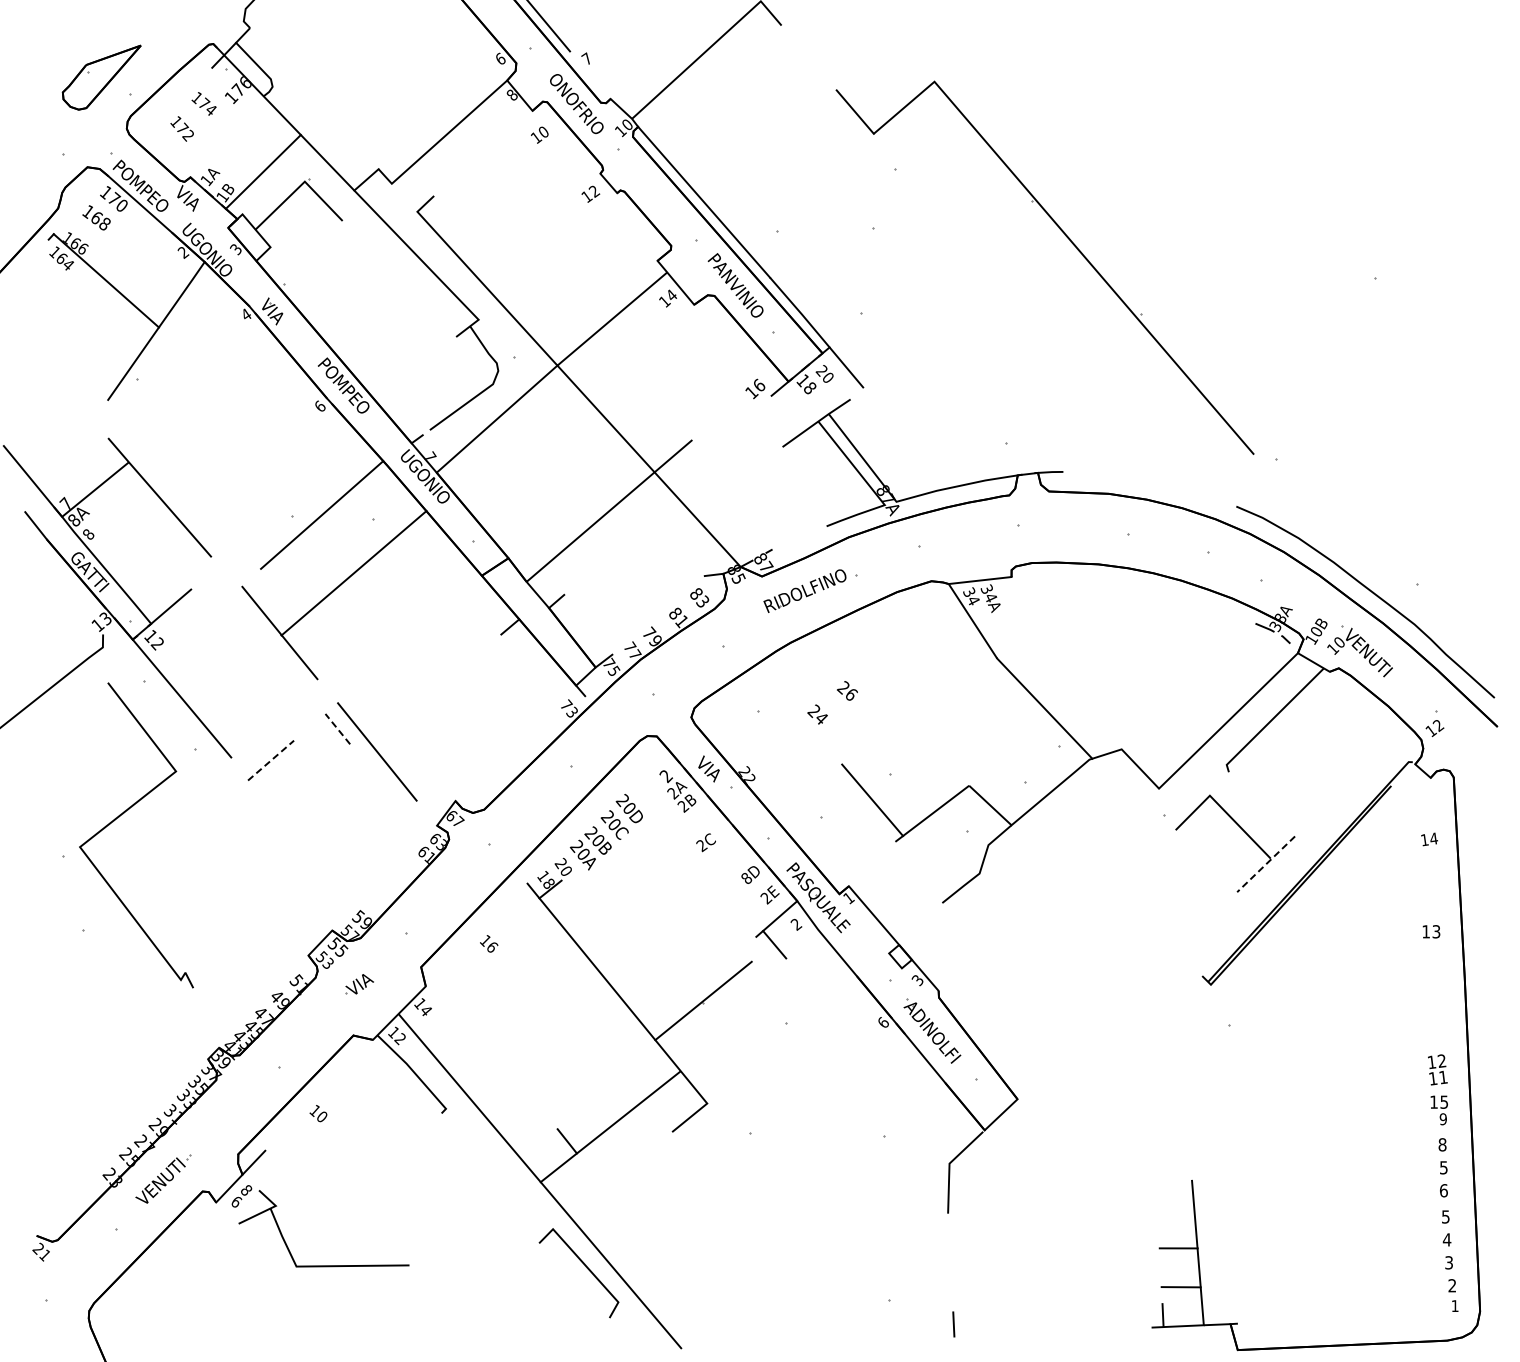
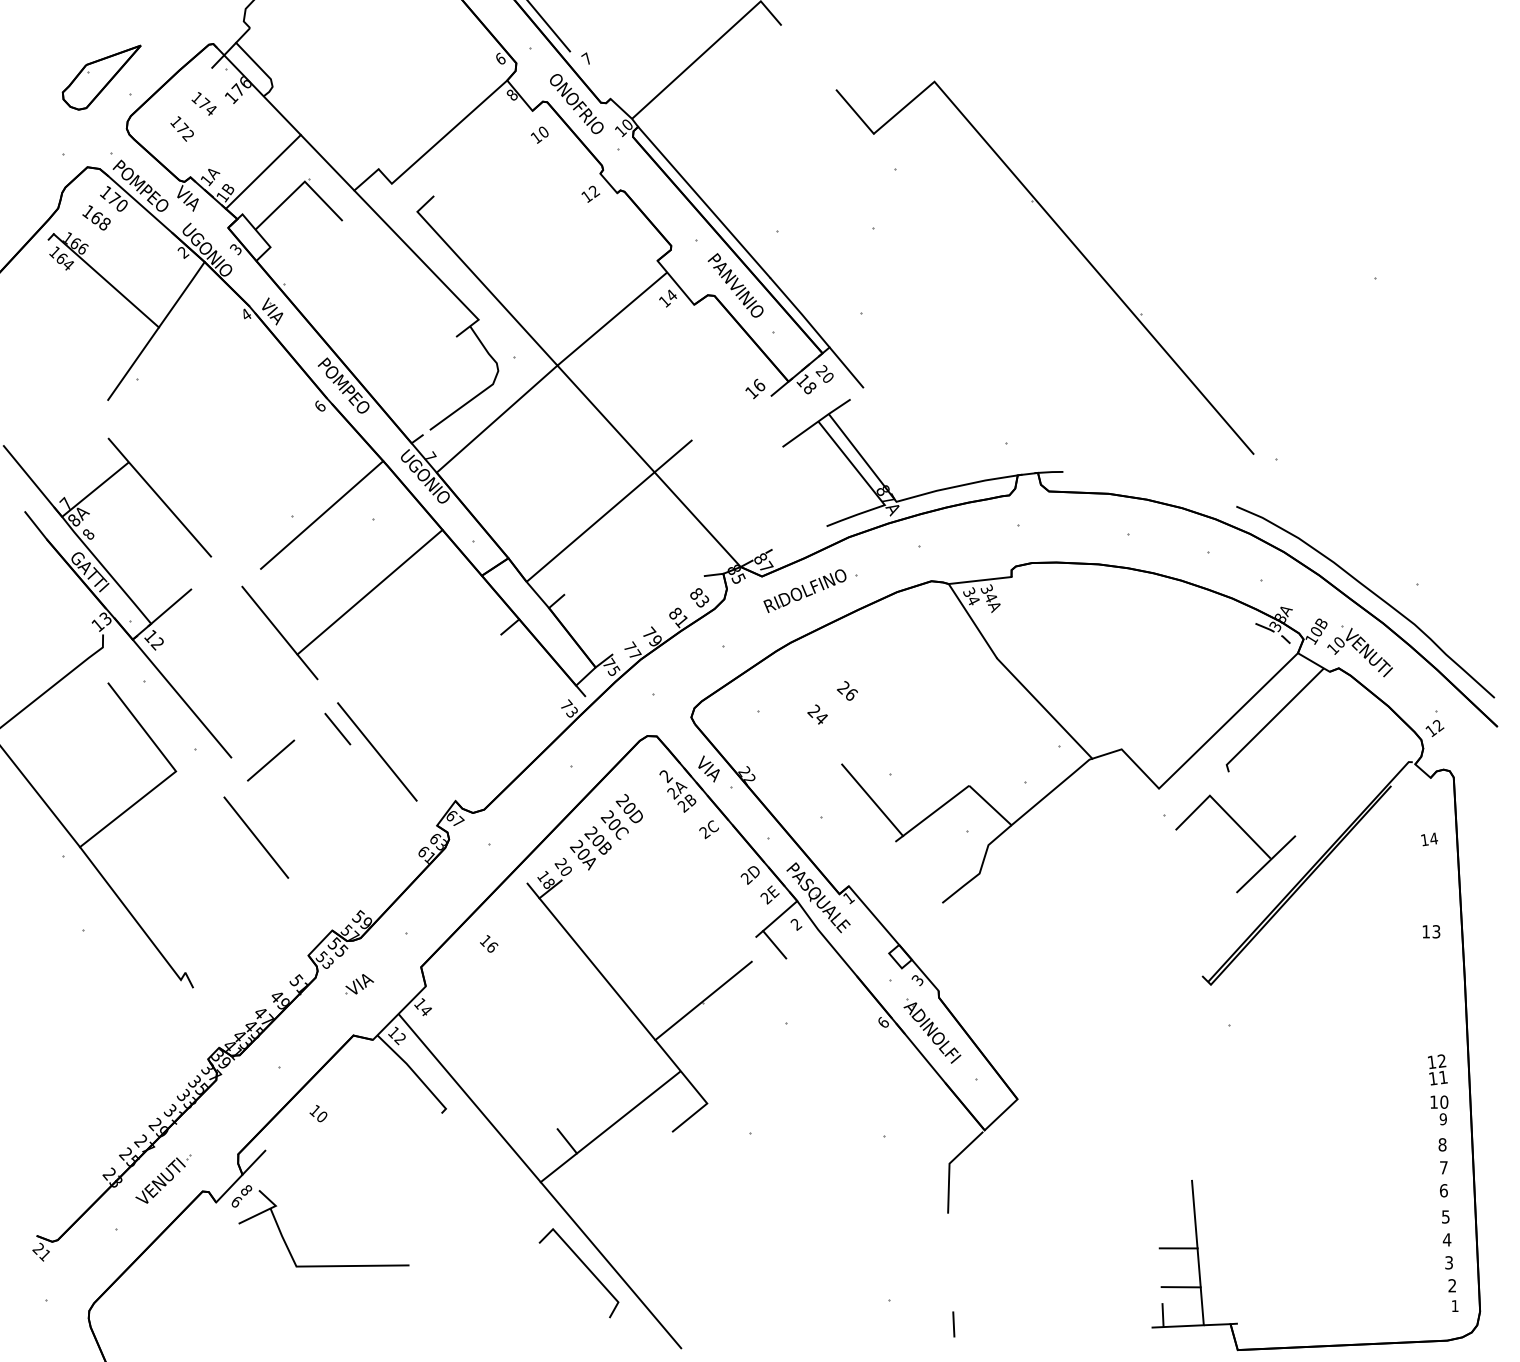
line at (353, 573) position: (353, 573) -> (369, 592)
line at (337, 729): dashed -> solid
line at (271, 760): dashed -> solid
line at (41, 797): none -> present
line at (256, 837): none -> present
text at (705, 842) position: (705, 842) -> (708, 829)
line at (1265, 864): dashed -> solid
text at (746, 878): 8D -> 2D
text at (1444, 1101): 15 -> 10
text at (1443, 1167): 5 -> 7
